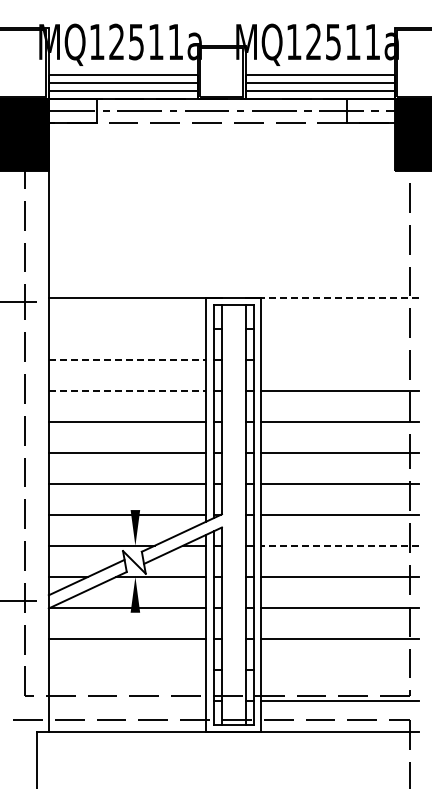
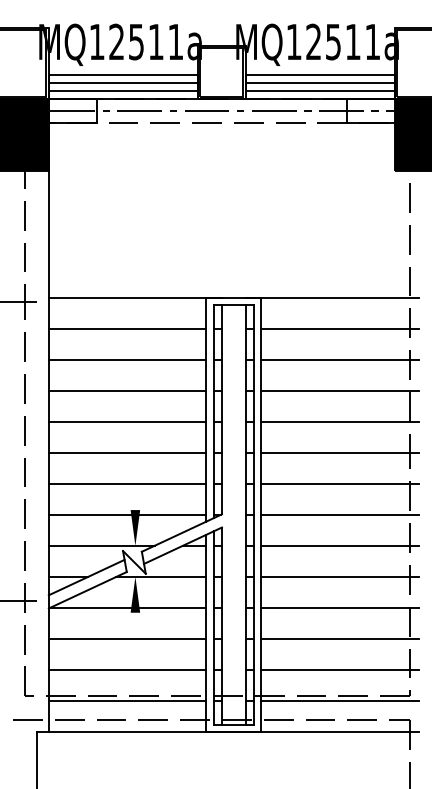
line at (340, 297): dashed -> solid
line at (127, 328): none -> present
line at (339, 328): none -> present
line at (127, 359): dashed -> solid
line at (339, 359): none -> present
line at (127, 390): dashed -> solid
line at (340, 545): dashed -> solid
line at (127, 670): none -> present
line at (339, 670): none -> present
line at (127, 701): none -> present
